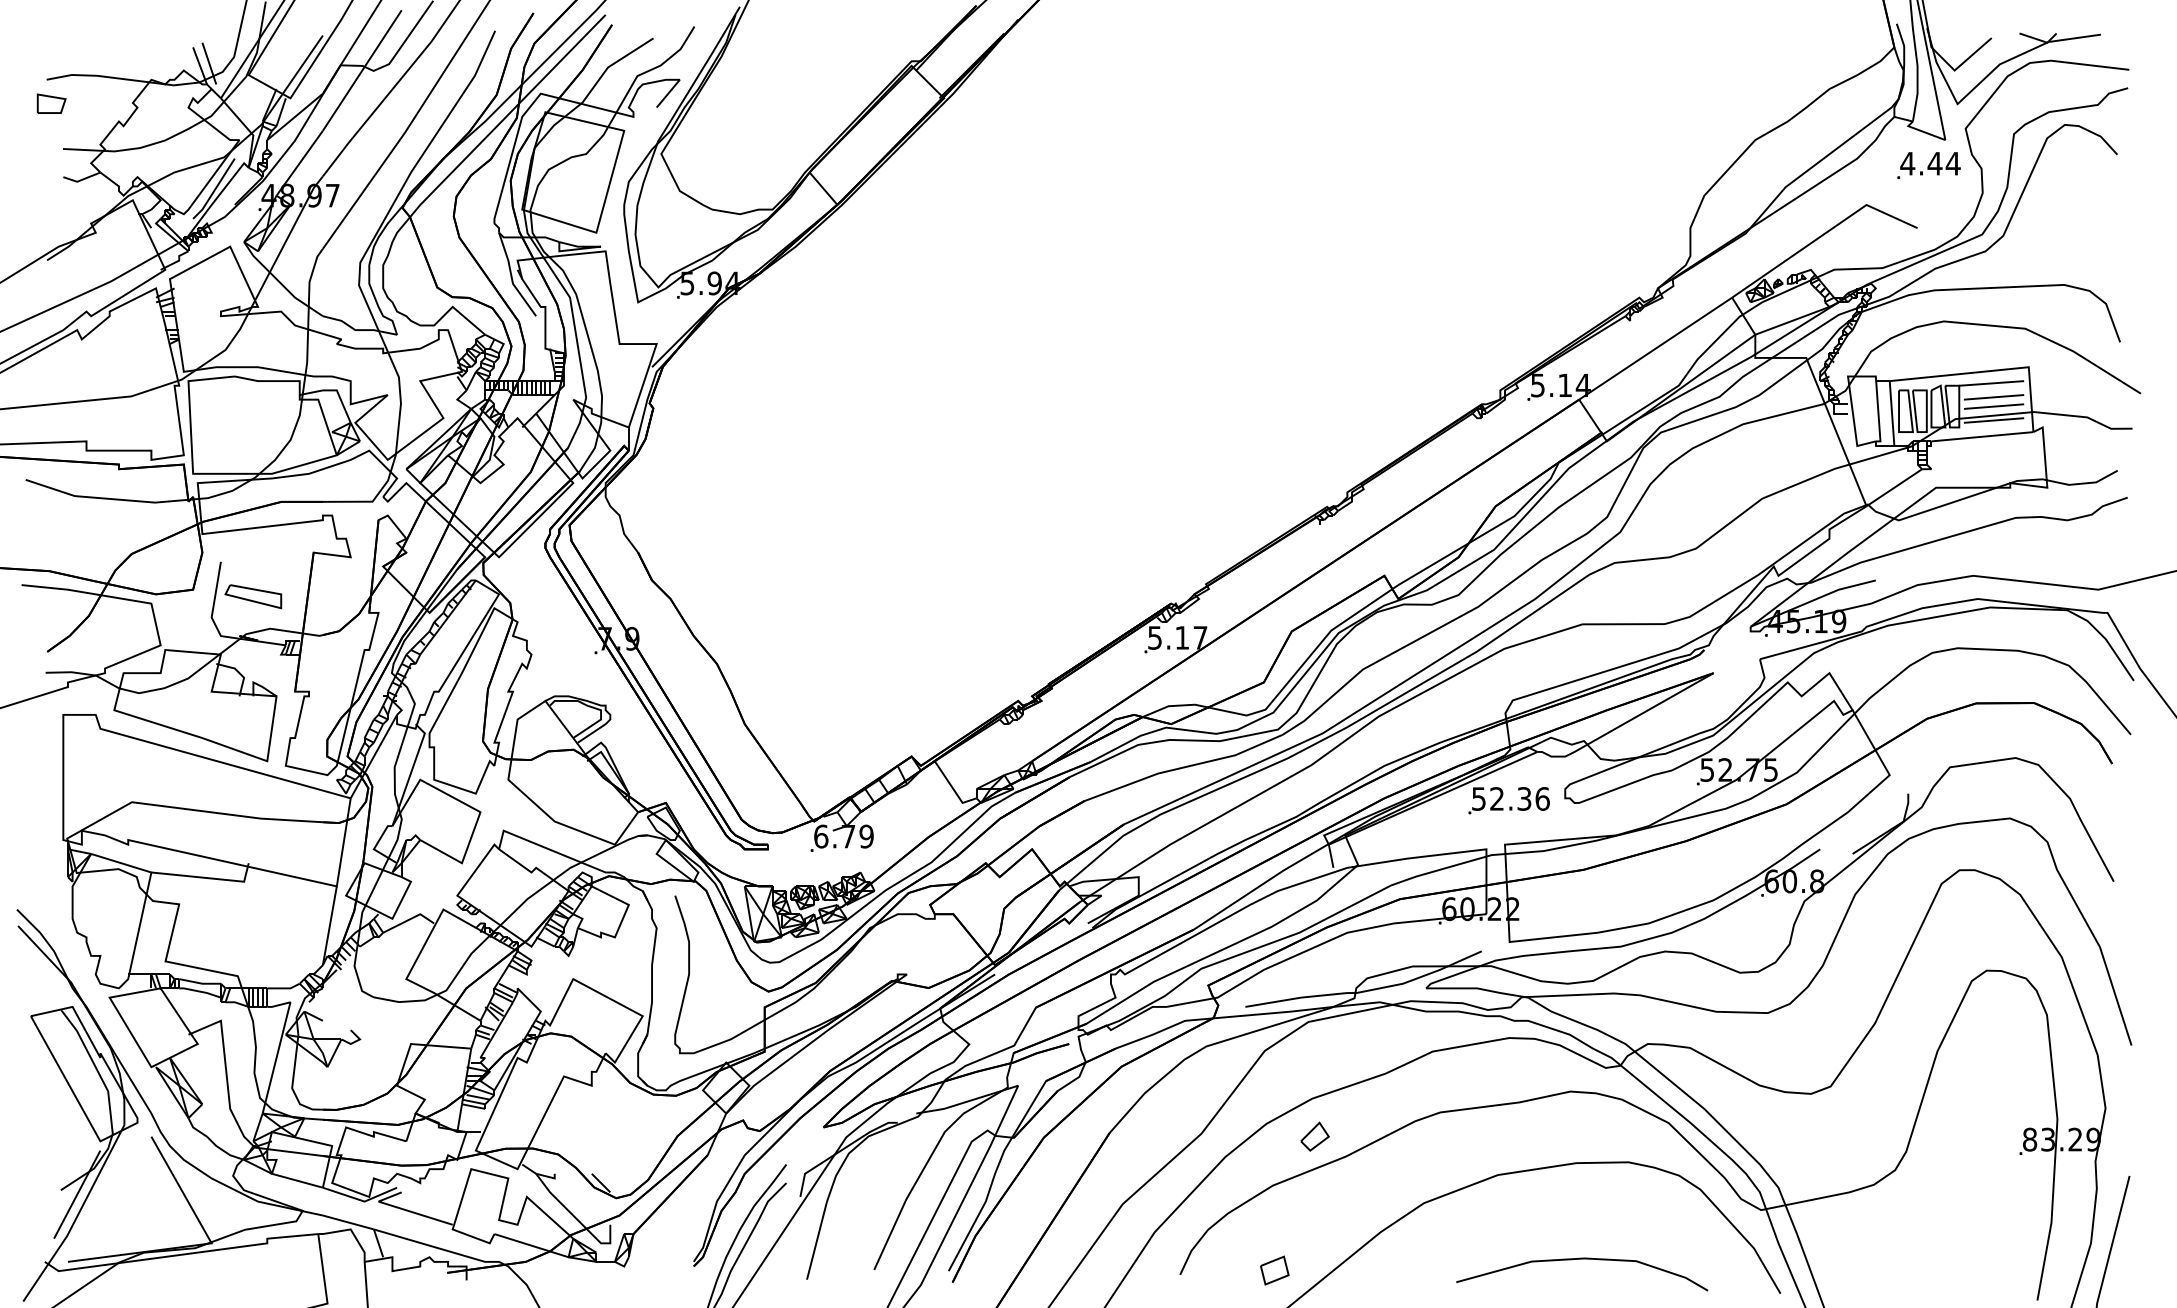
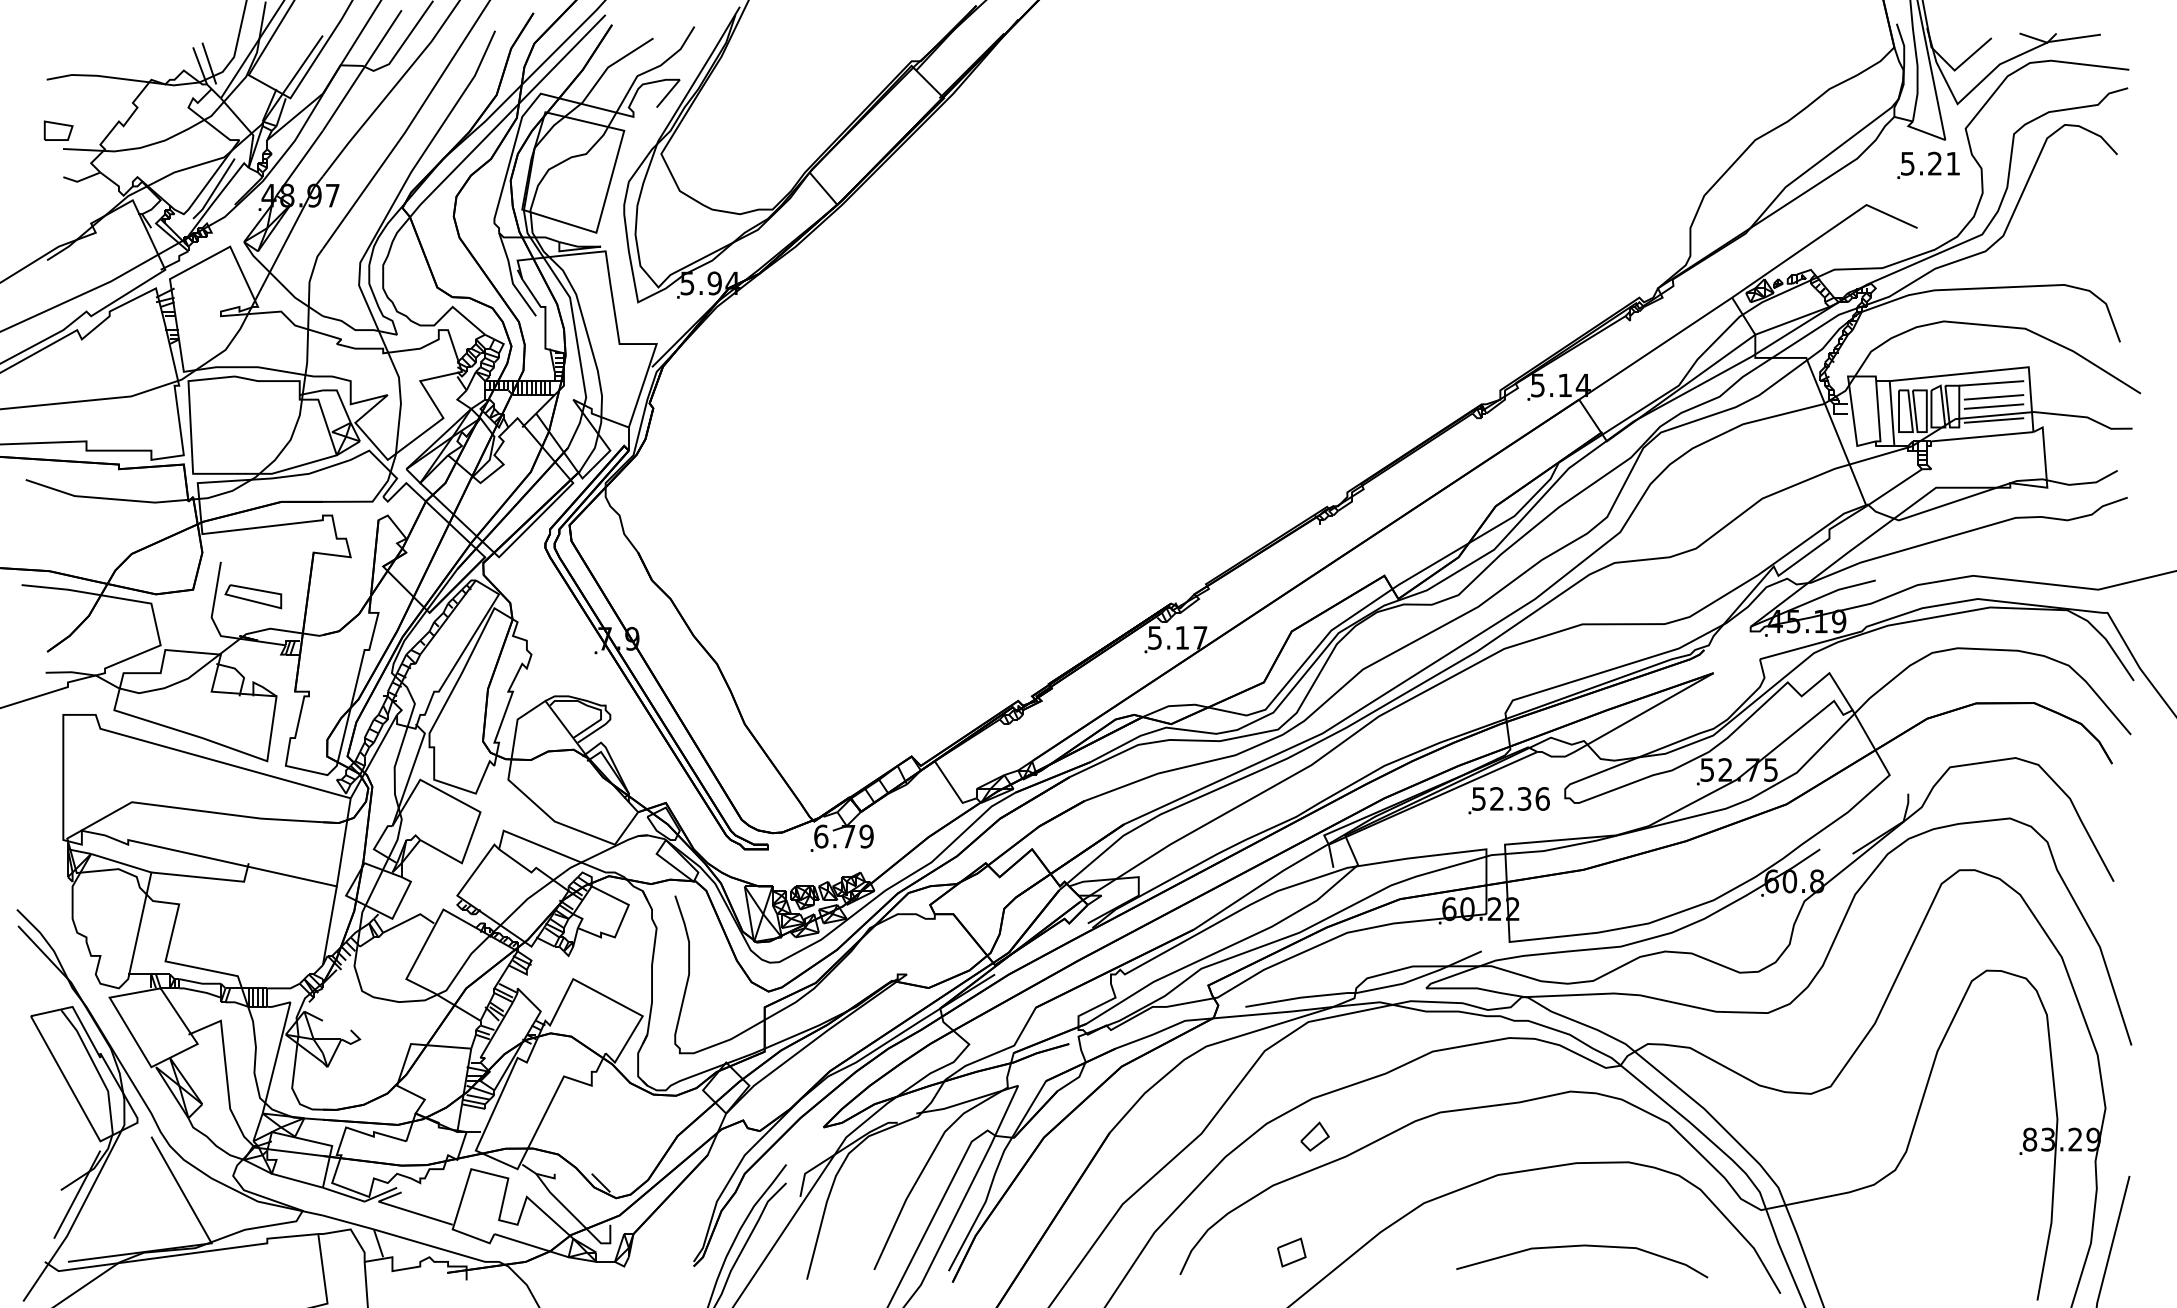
part at (51, 103) position: (51, 103) -> (58, 130)
text at (1930, 163): 4.44 -> 5.21
curve at (1582, 1259) position: (1582, 1259) -> (1582, 1246)
part at (1274, 1270) position: (1274, 1270) -> (1291, 1252)
